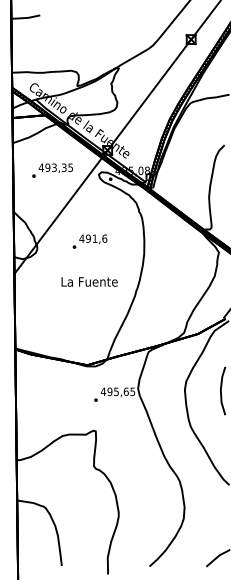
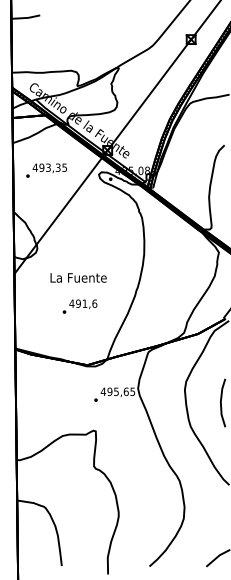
text at (52, 170) position: (52, 170) -> (46, 170)
text at (89, 241) position: (89, 241) -> (79, 306)
text at (89, 281) position: (89, 281) -> (78, 277)
line at (221, 390) position: (221, 390) -> (221, 402)
